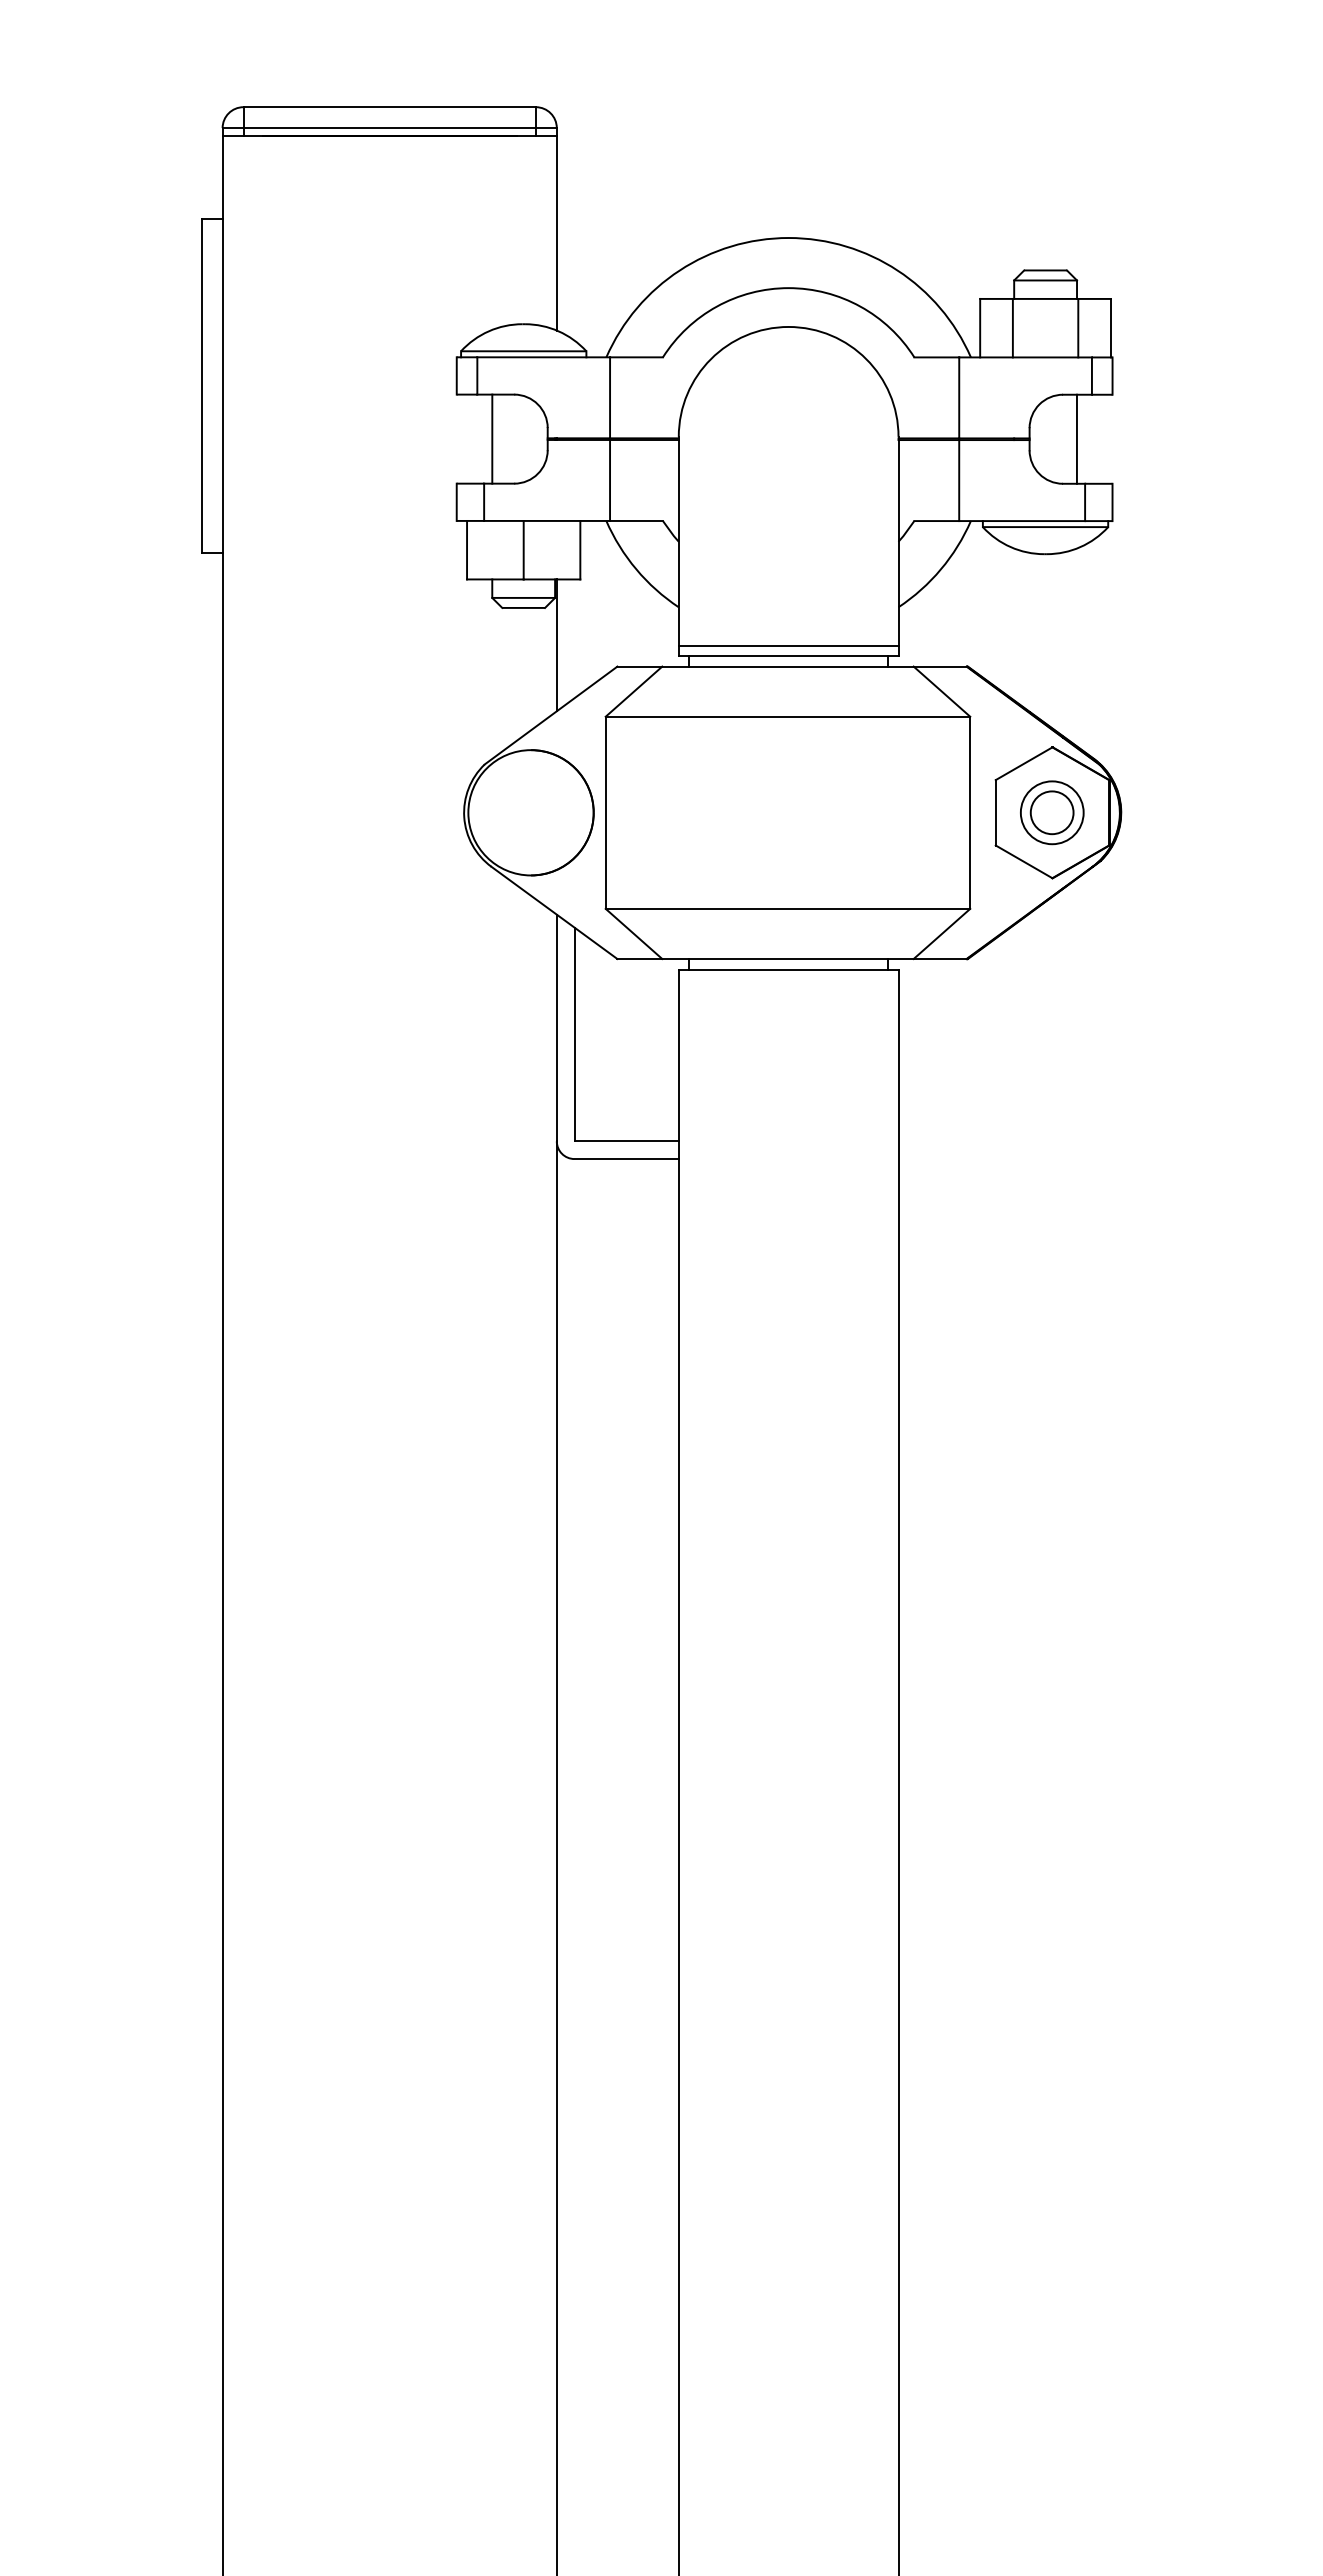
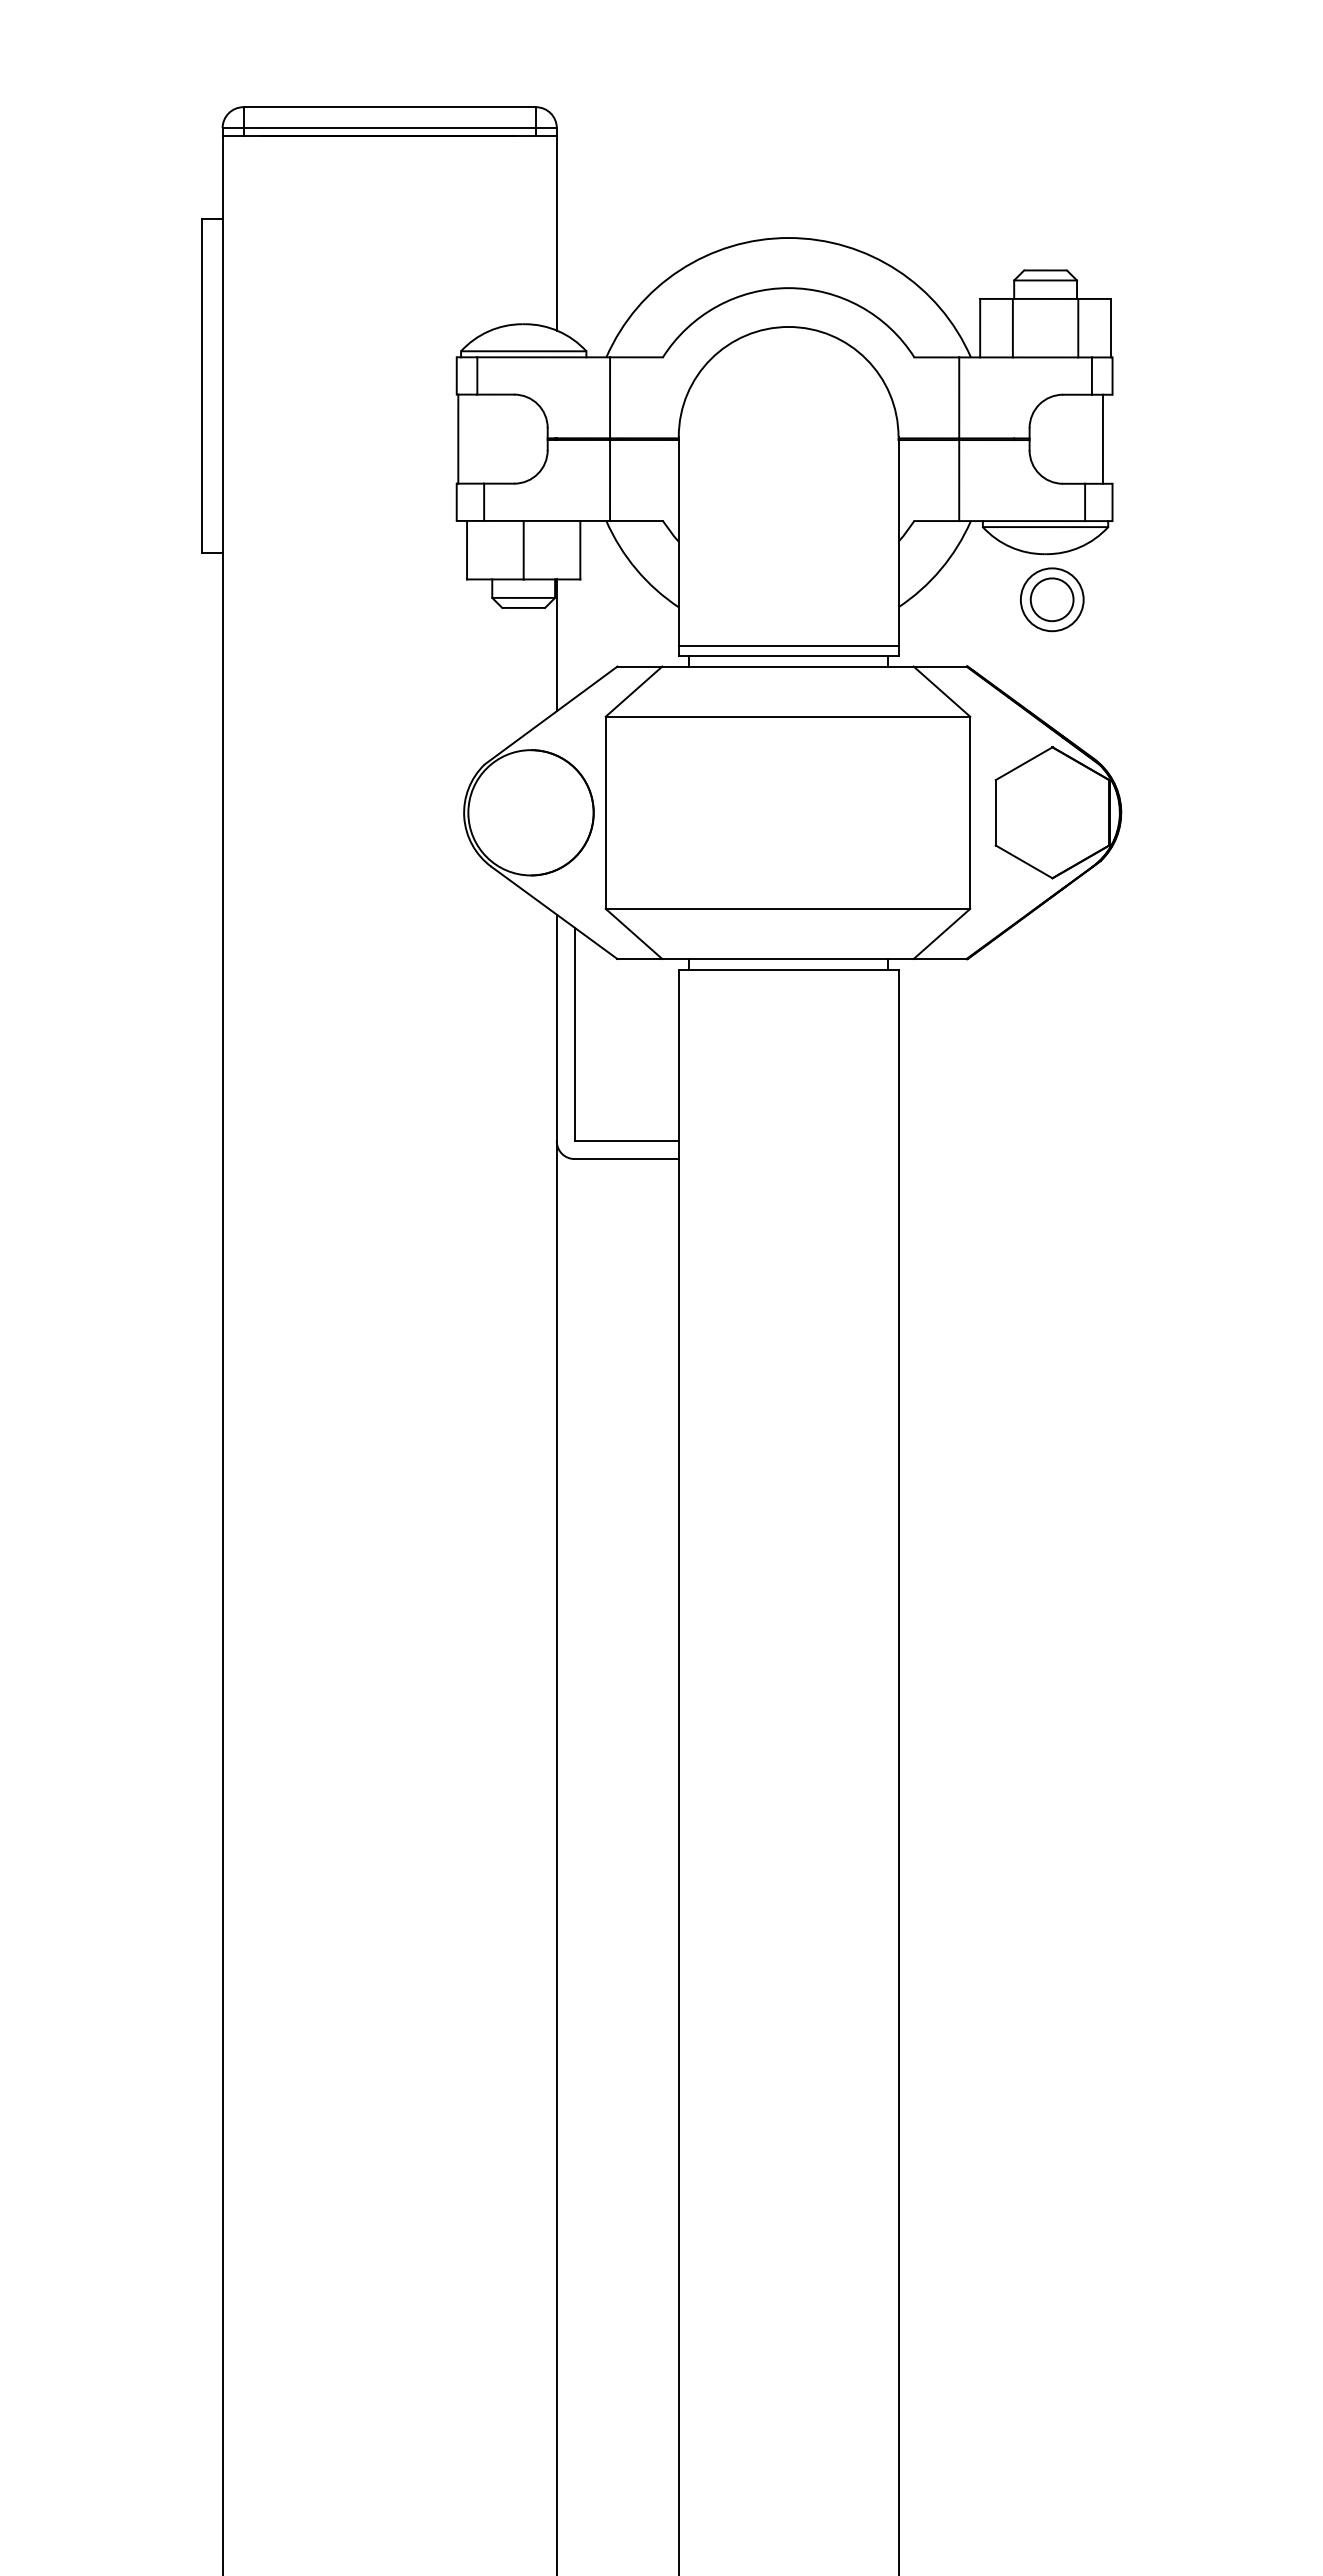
line at (492, 438) position: (492, 438) -> (458, 438)
line at (1076, 438) position: (1076, 438) -> (1102, 438)
part at (1052, 812) position: (1052, 812) -> (1052, 599)
